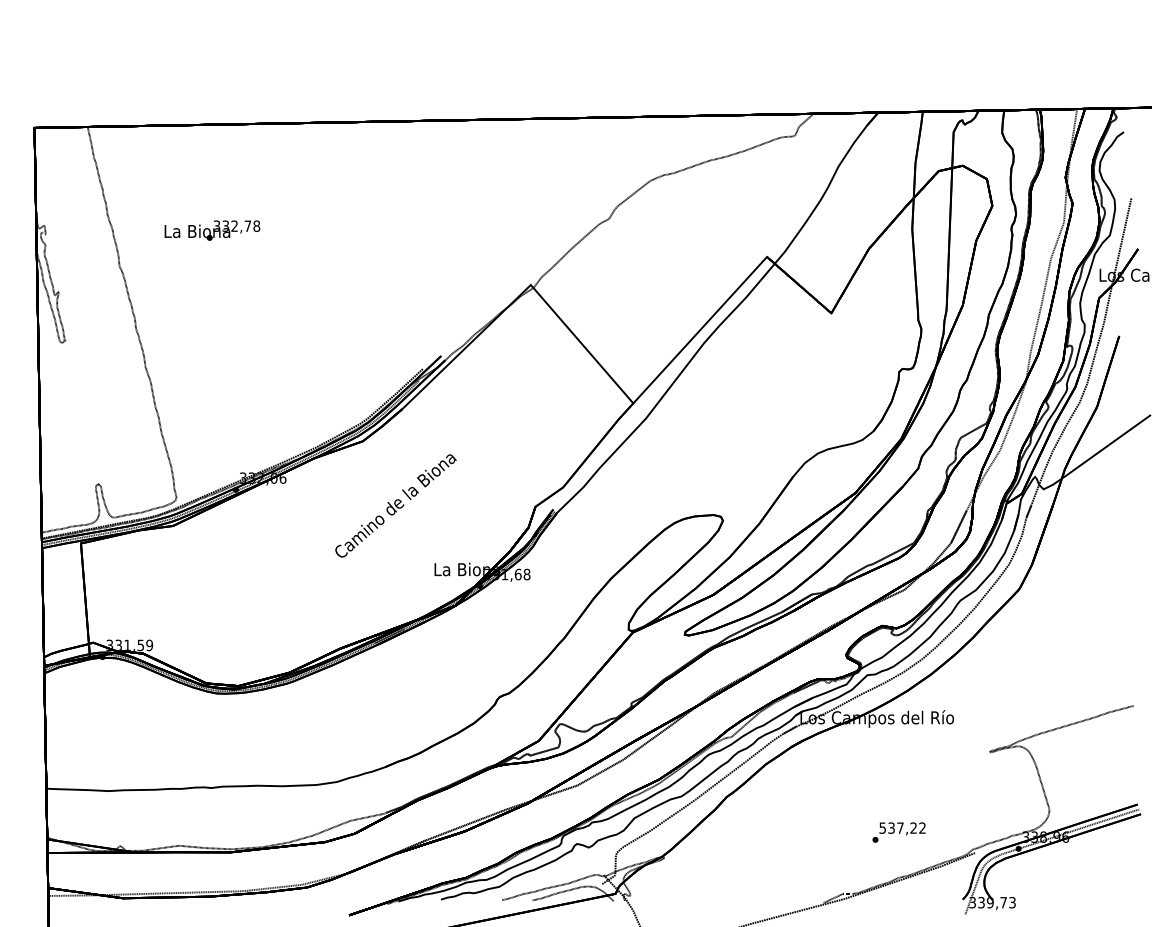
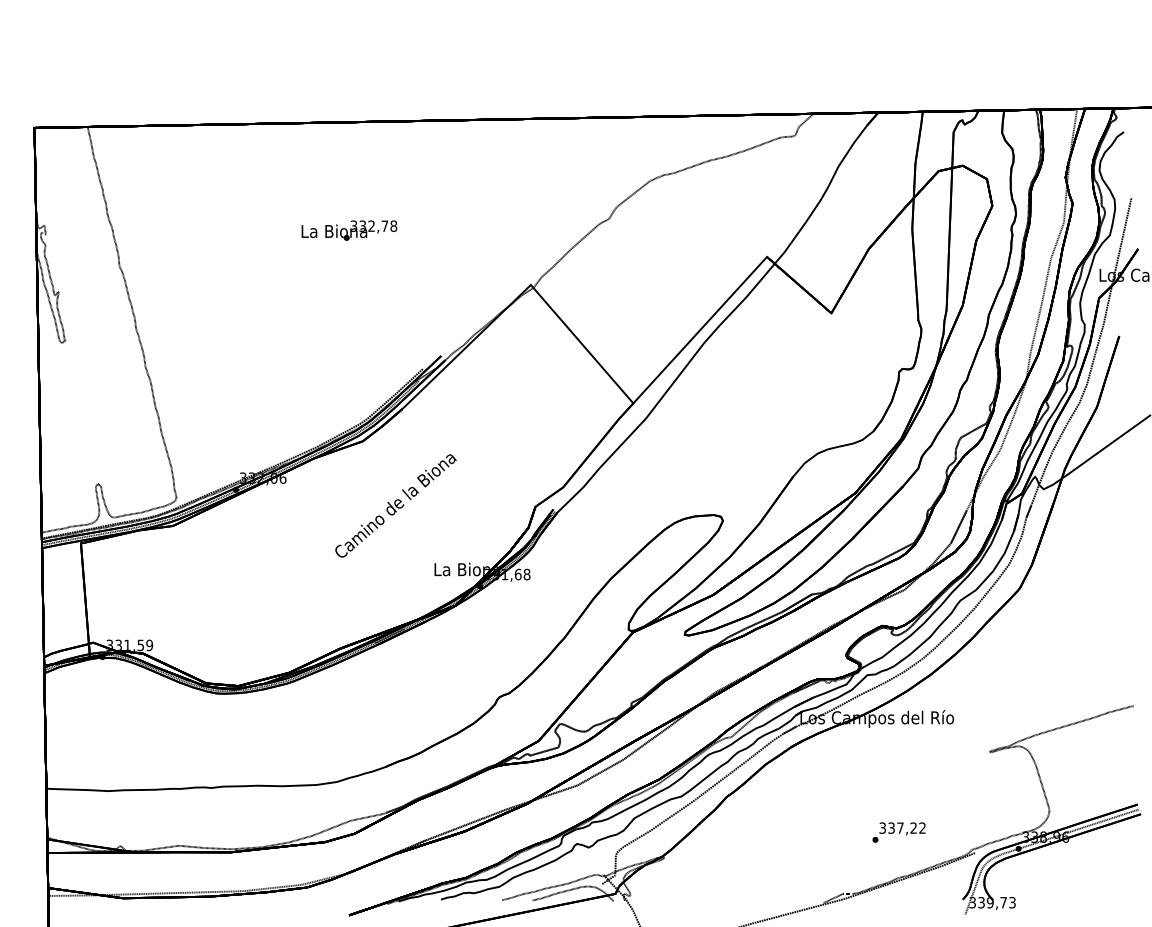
text at (212, 230) position: (212, 230) -> (349, 230)
text at (882, 827): 537,22 -> 337,22
